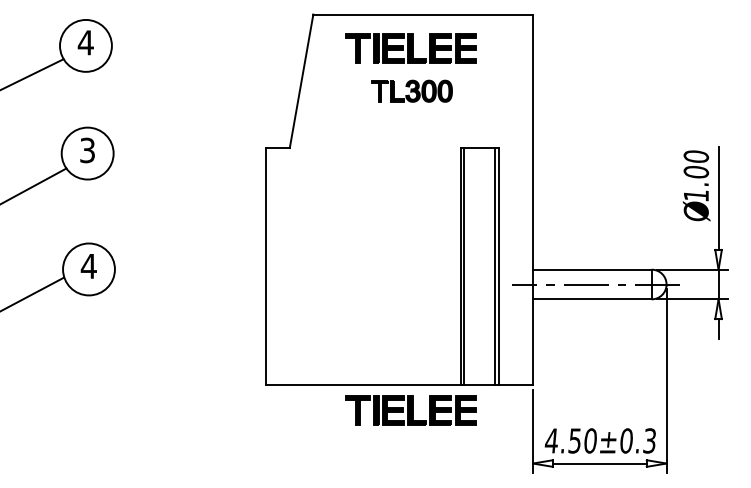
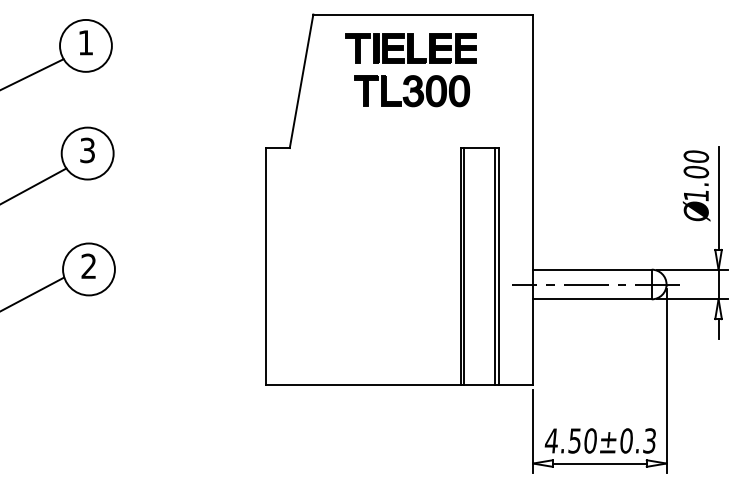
text at (85, 42): 4 -> 1
part at (411, 90) size: 82x24 px -> 116x33 px
text at (88, 265): 4 -> 2
part at (410, 410): present -> none
